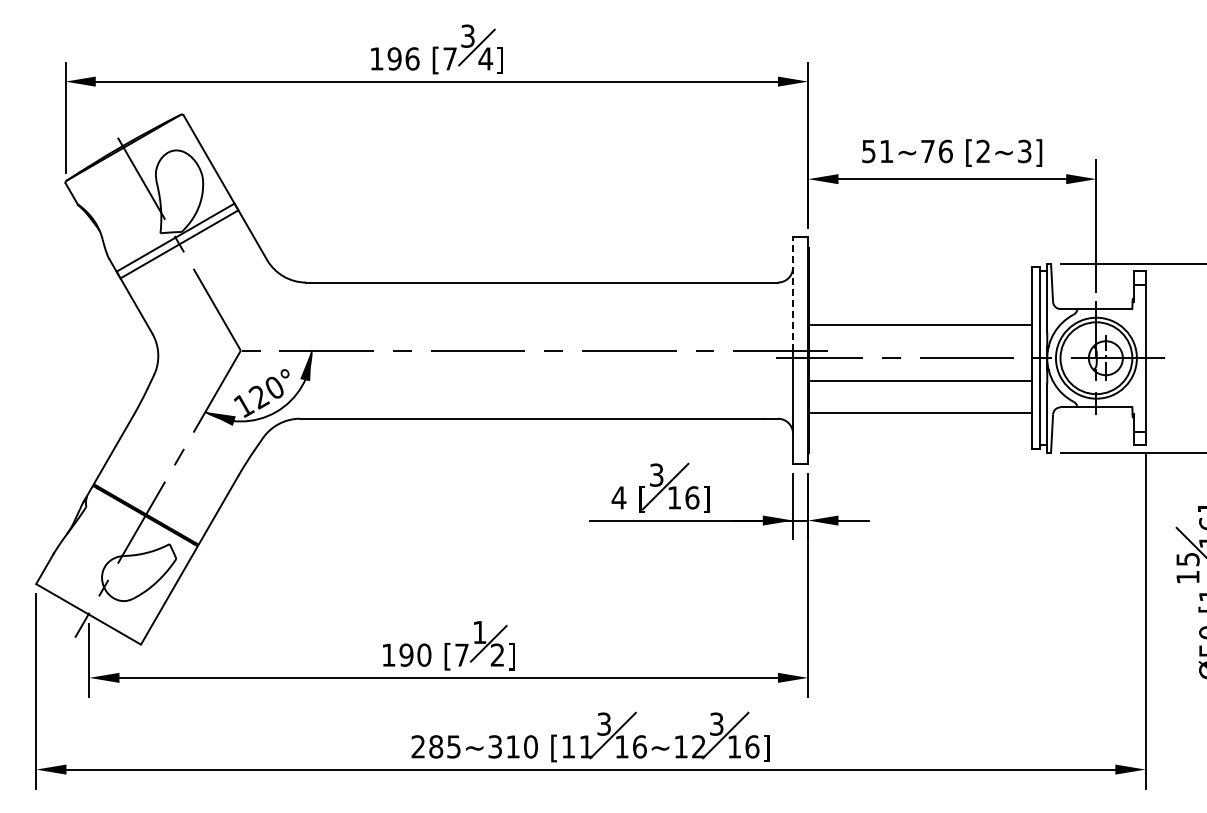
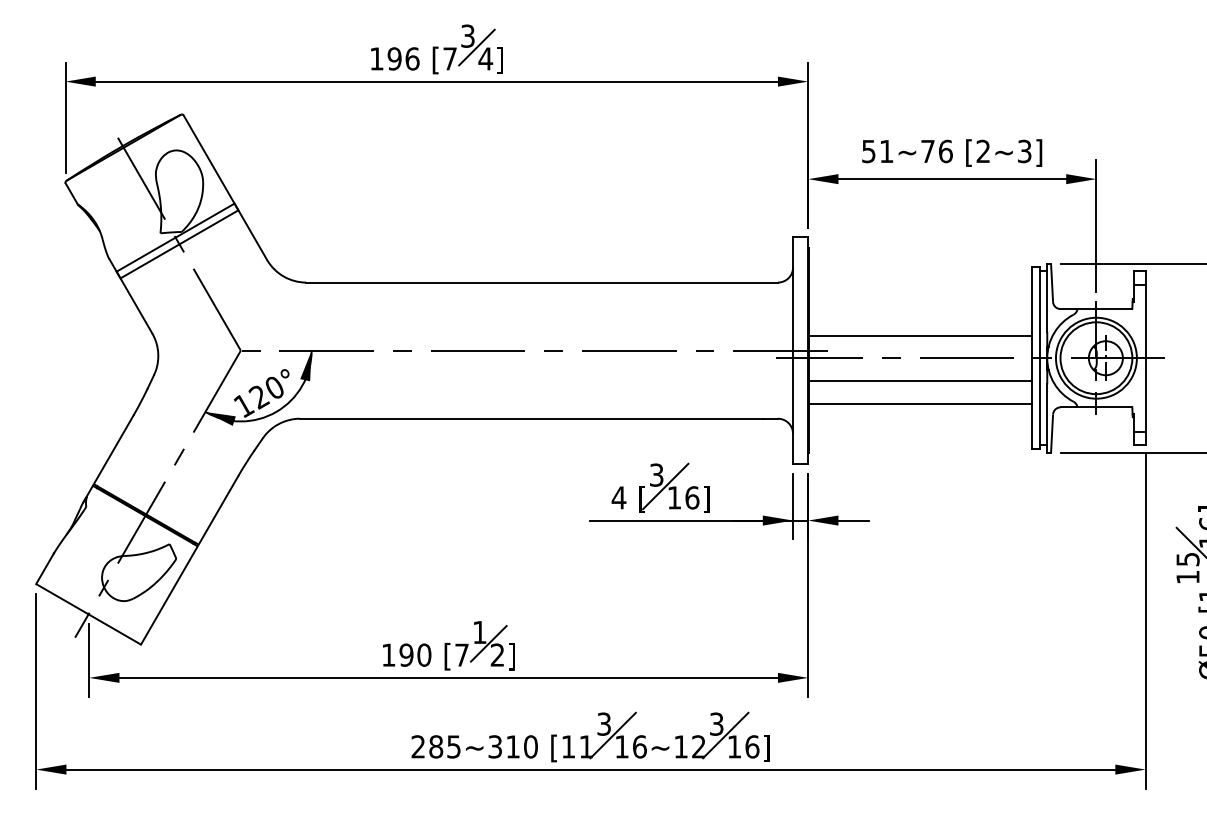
line at (793, 293): dashed -> solid
line at (920, 324) position: (920, 324) -> (920, 335)
line at (920, 412) position: (920, 412) -> (920, 403)
